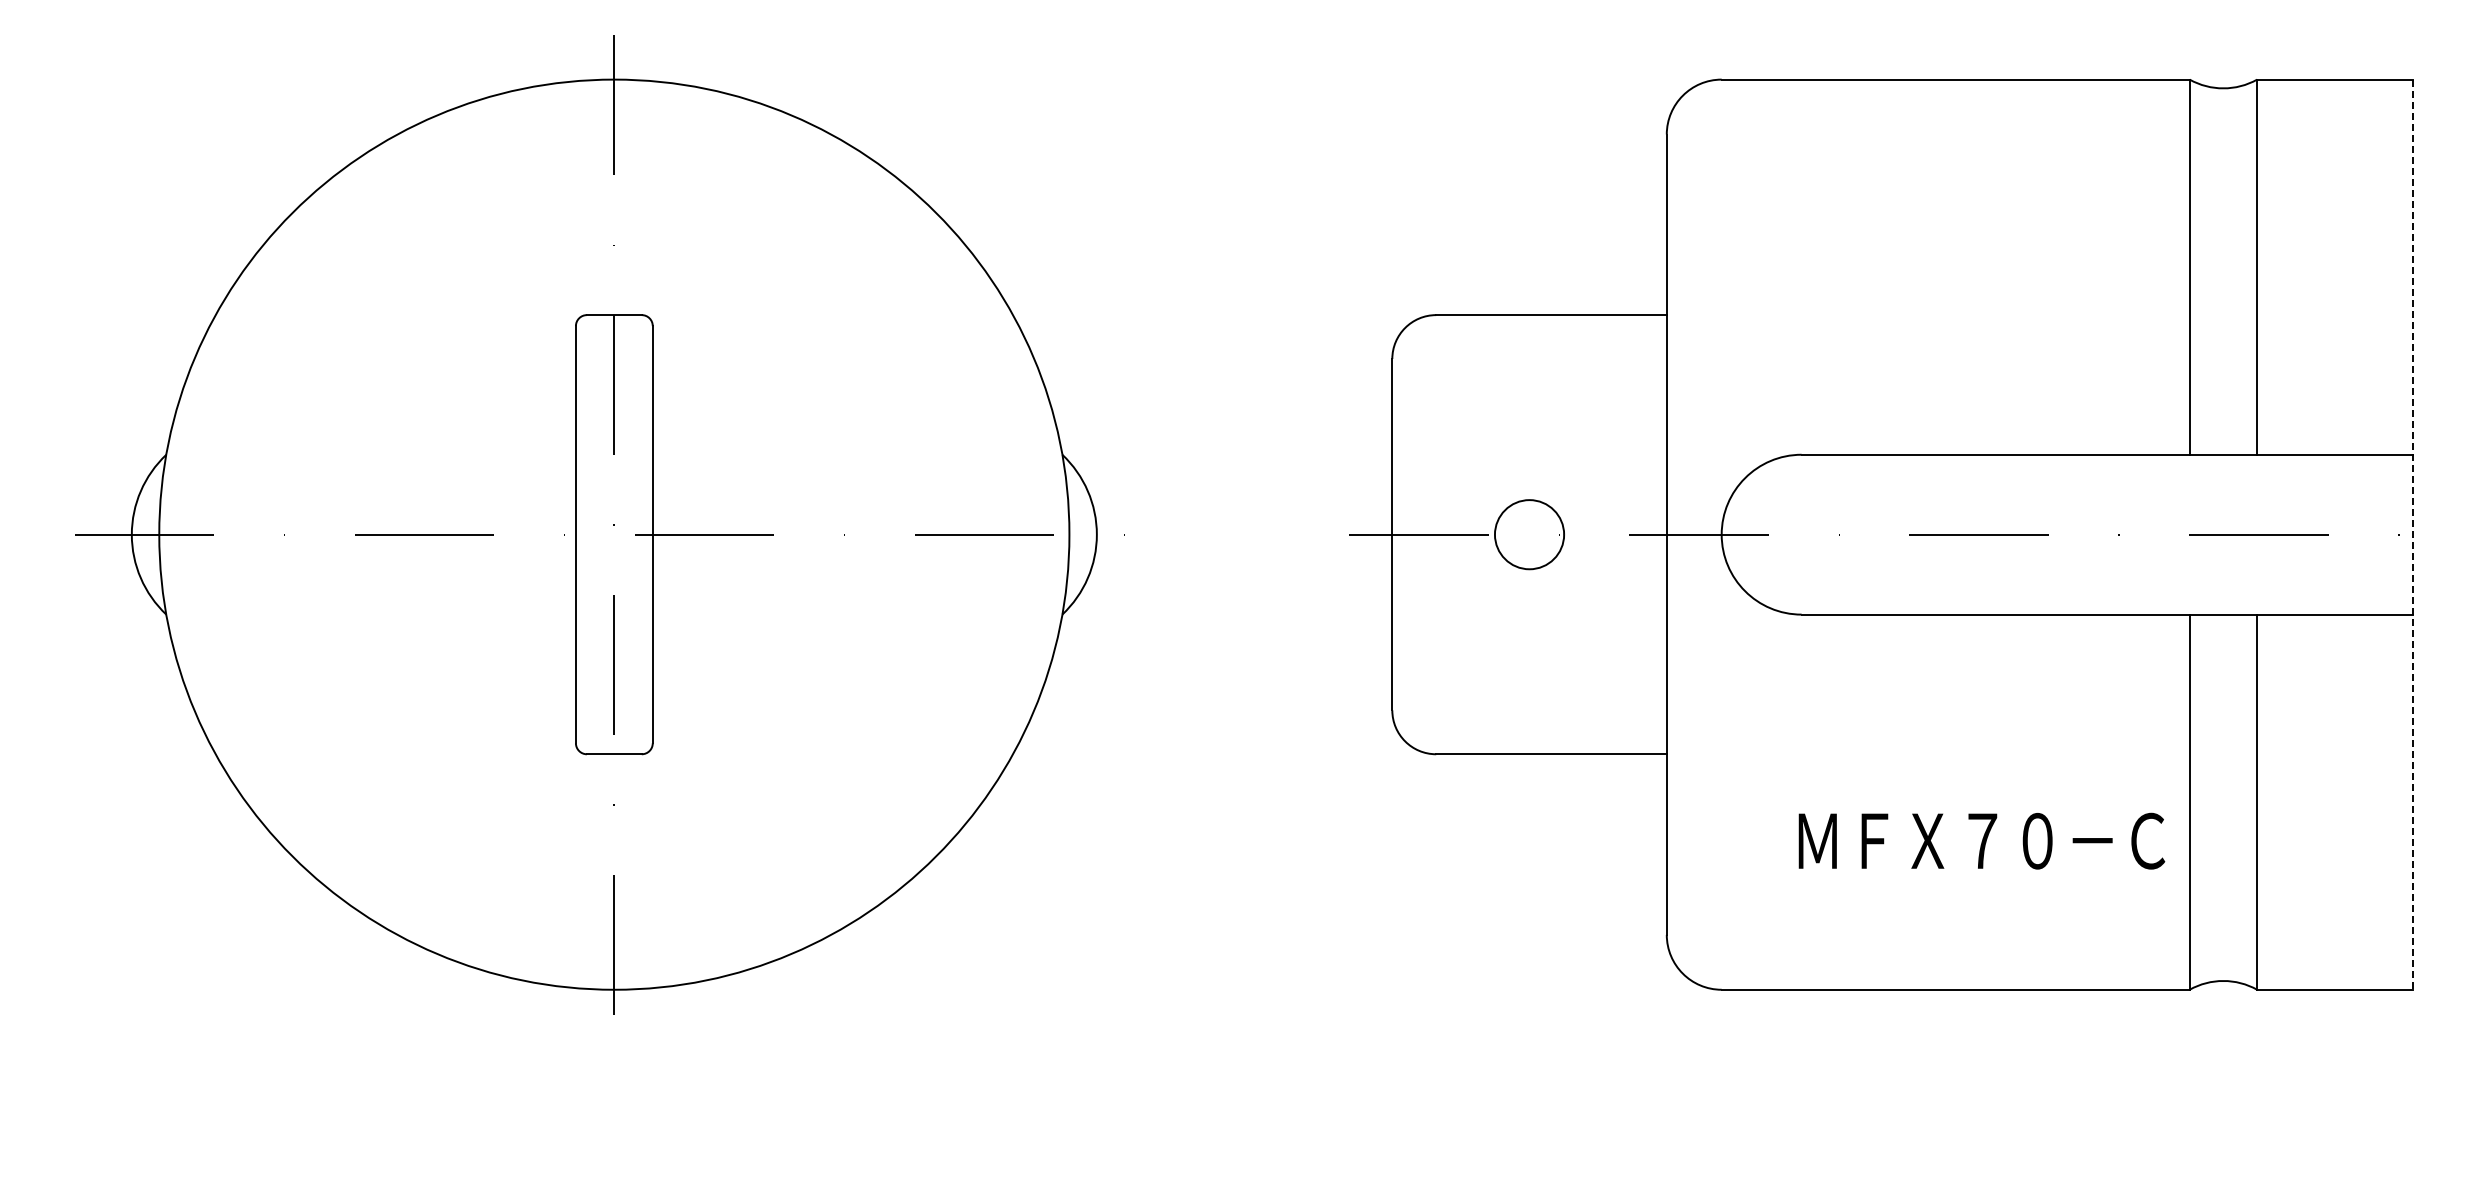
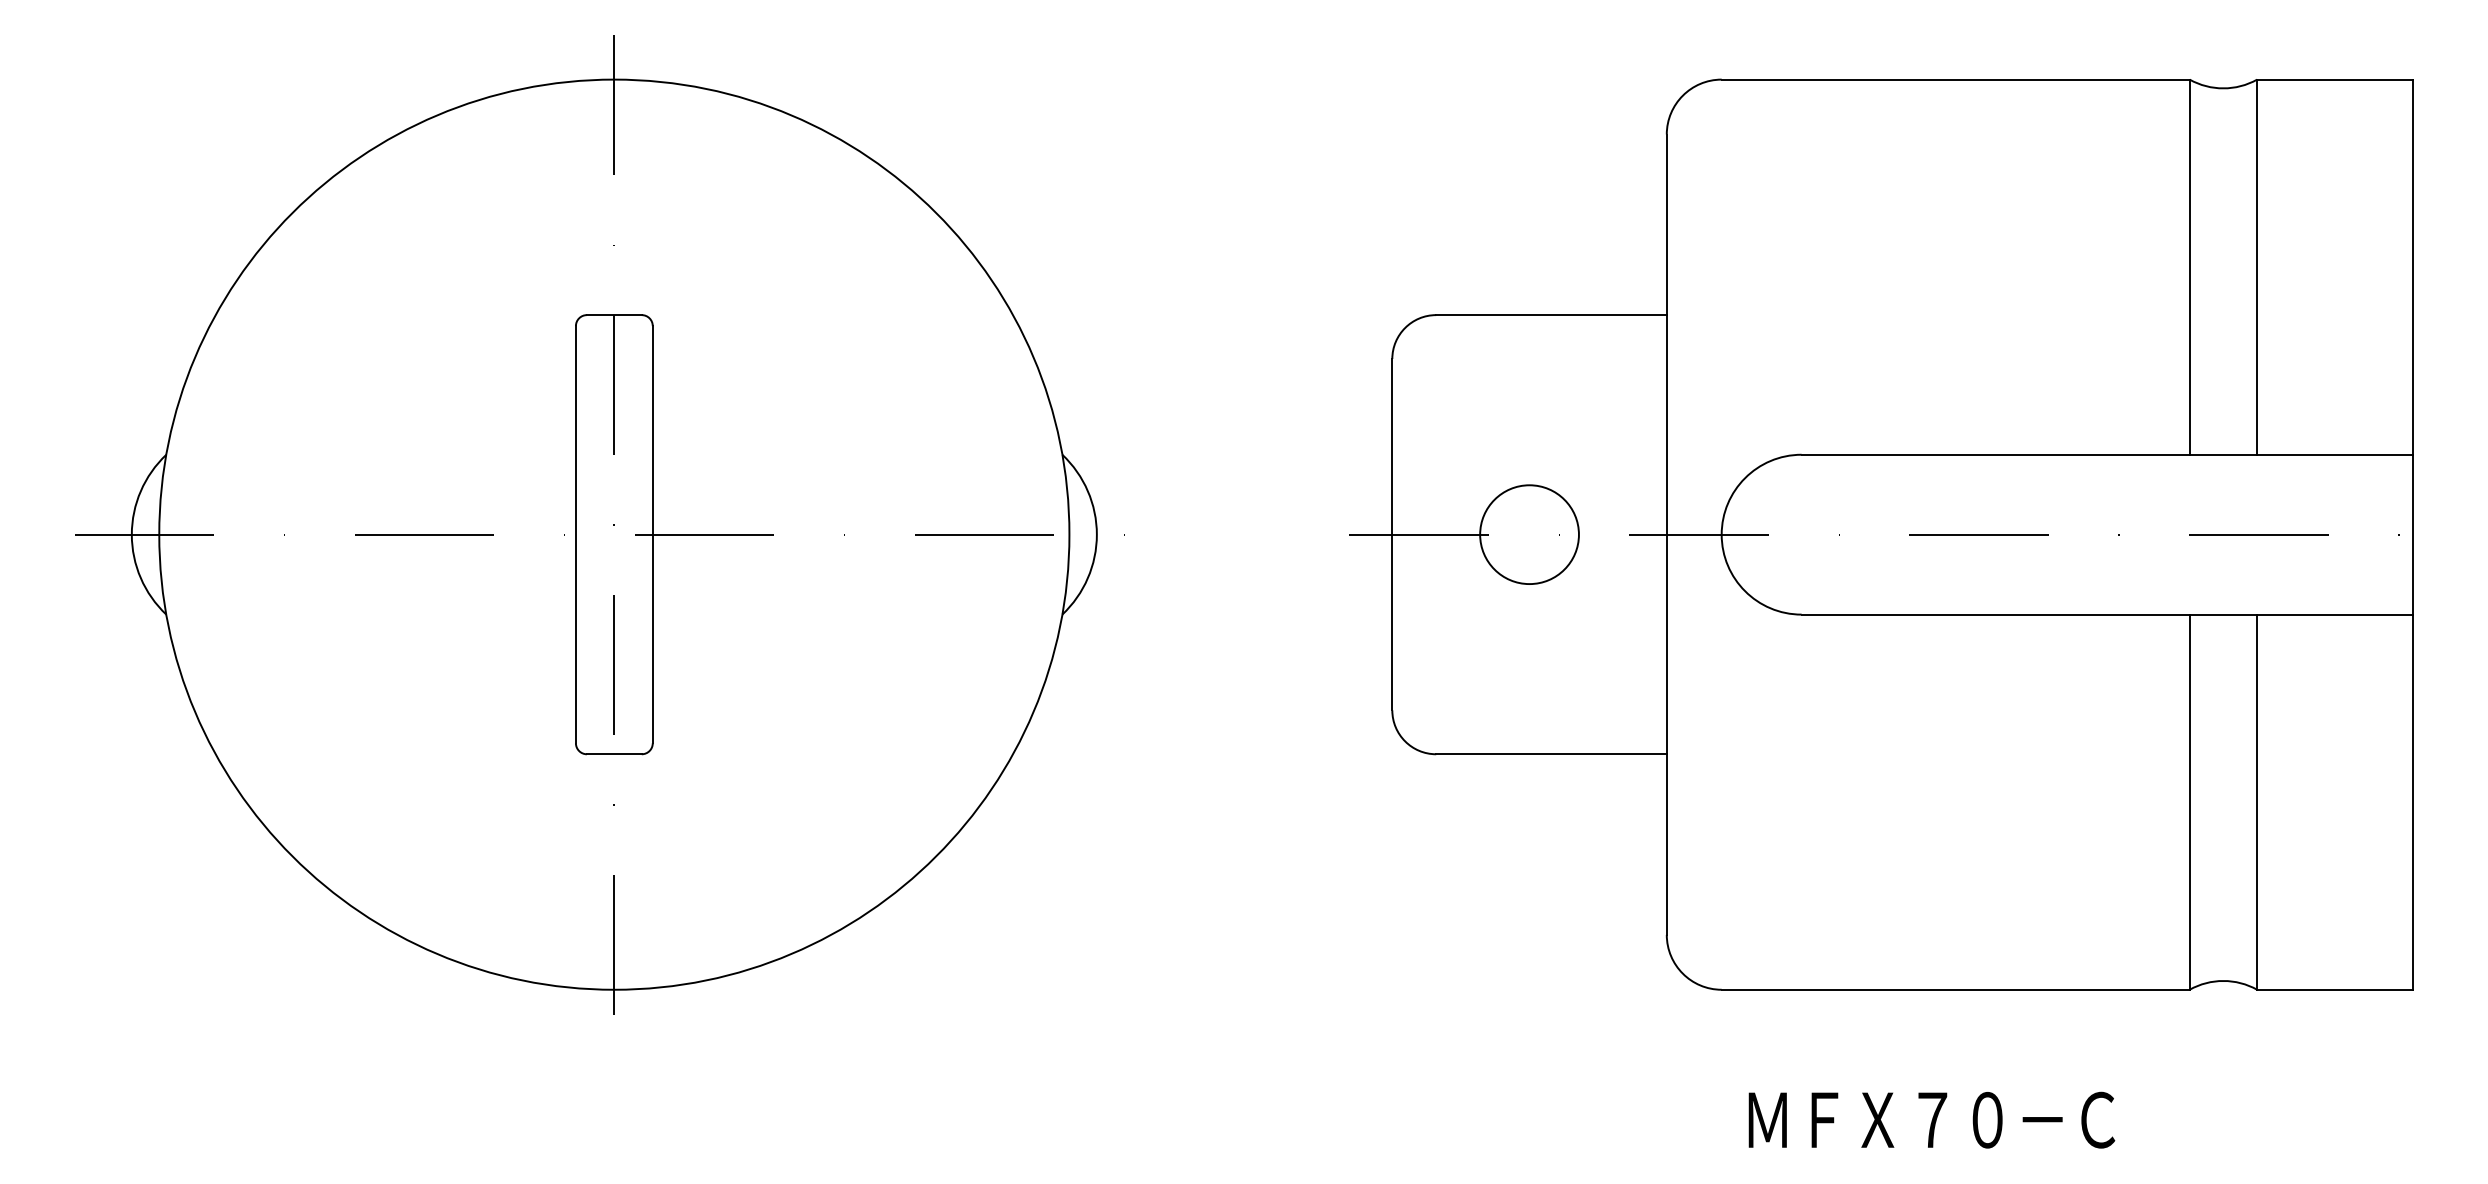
circle at (1529, 534) diameter: 69 px -> 99 px
line at (2413, 535): dashed -> solid
text at (1981, 840) position: (1981, 840) -> (1931, 1119)
